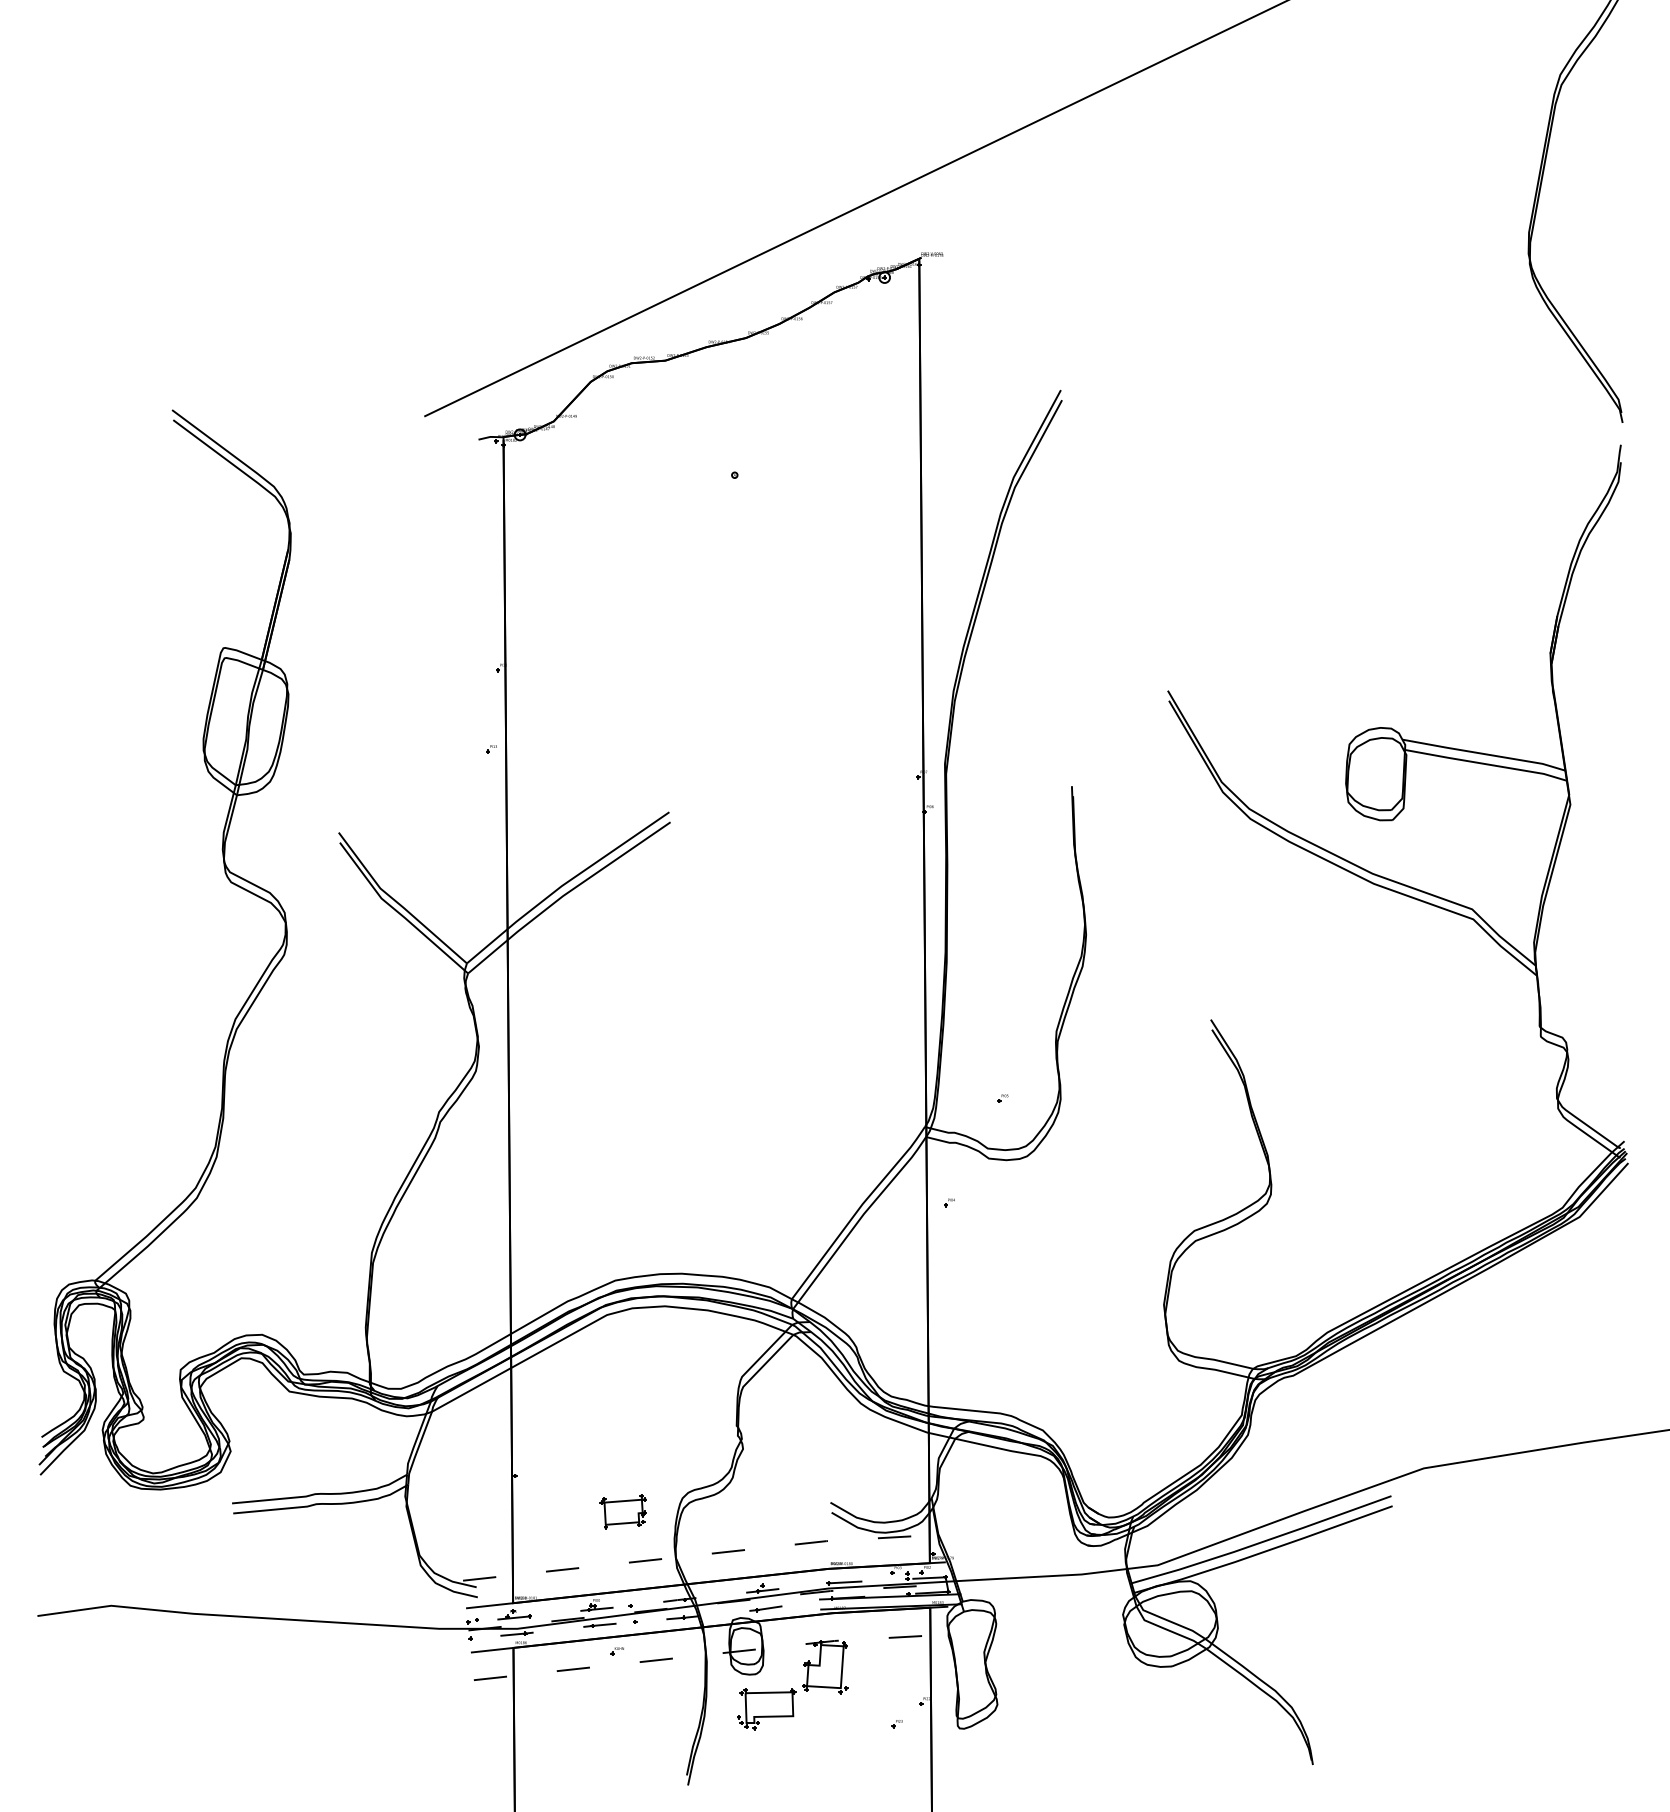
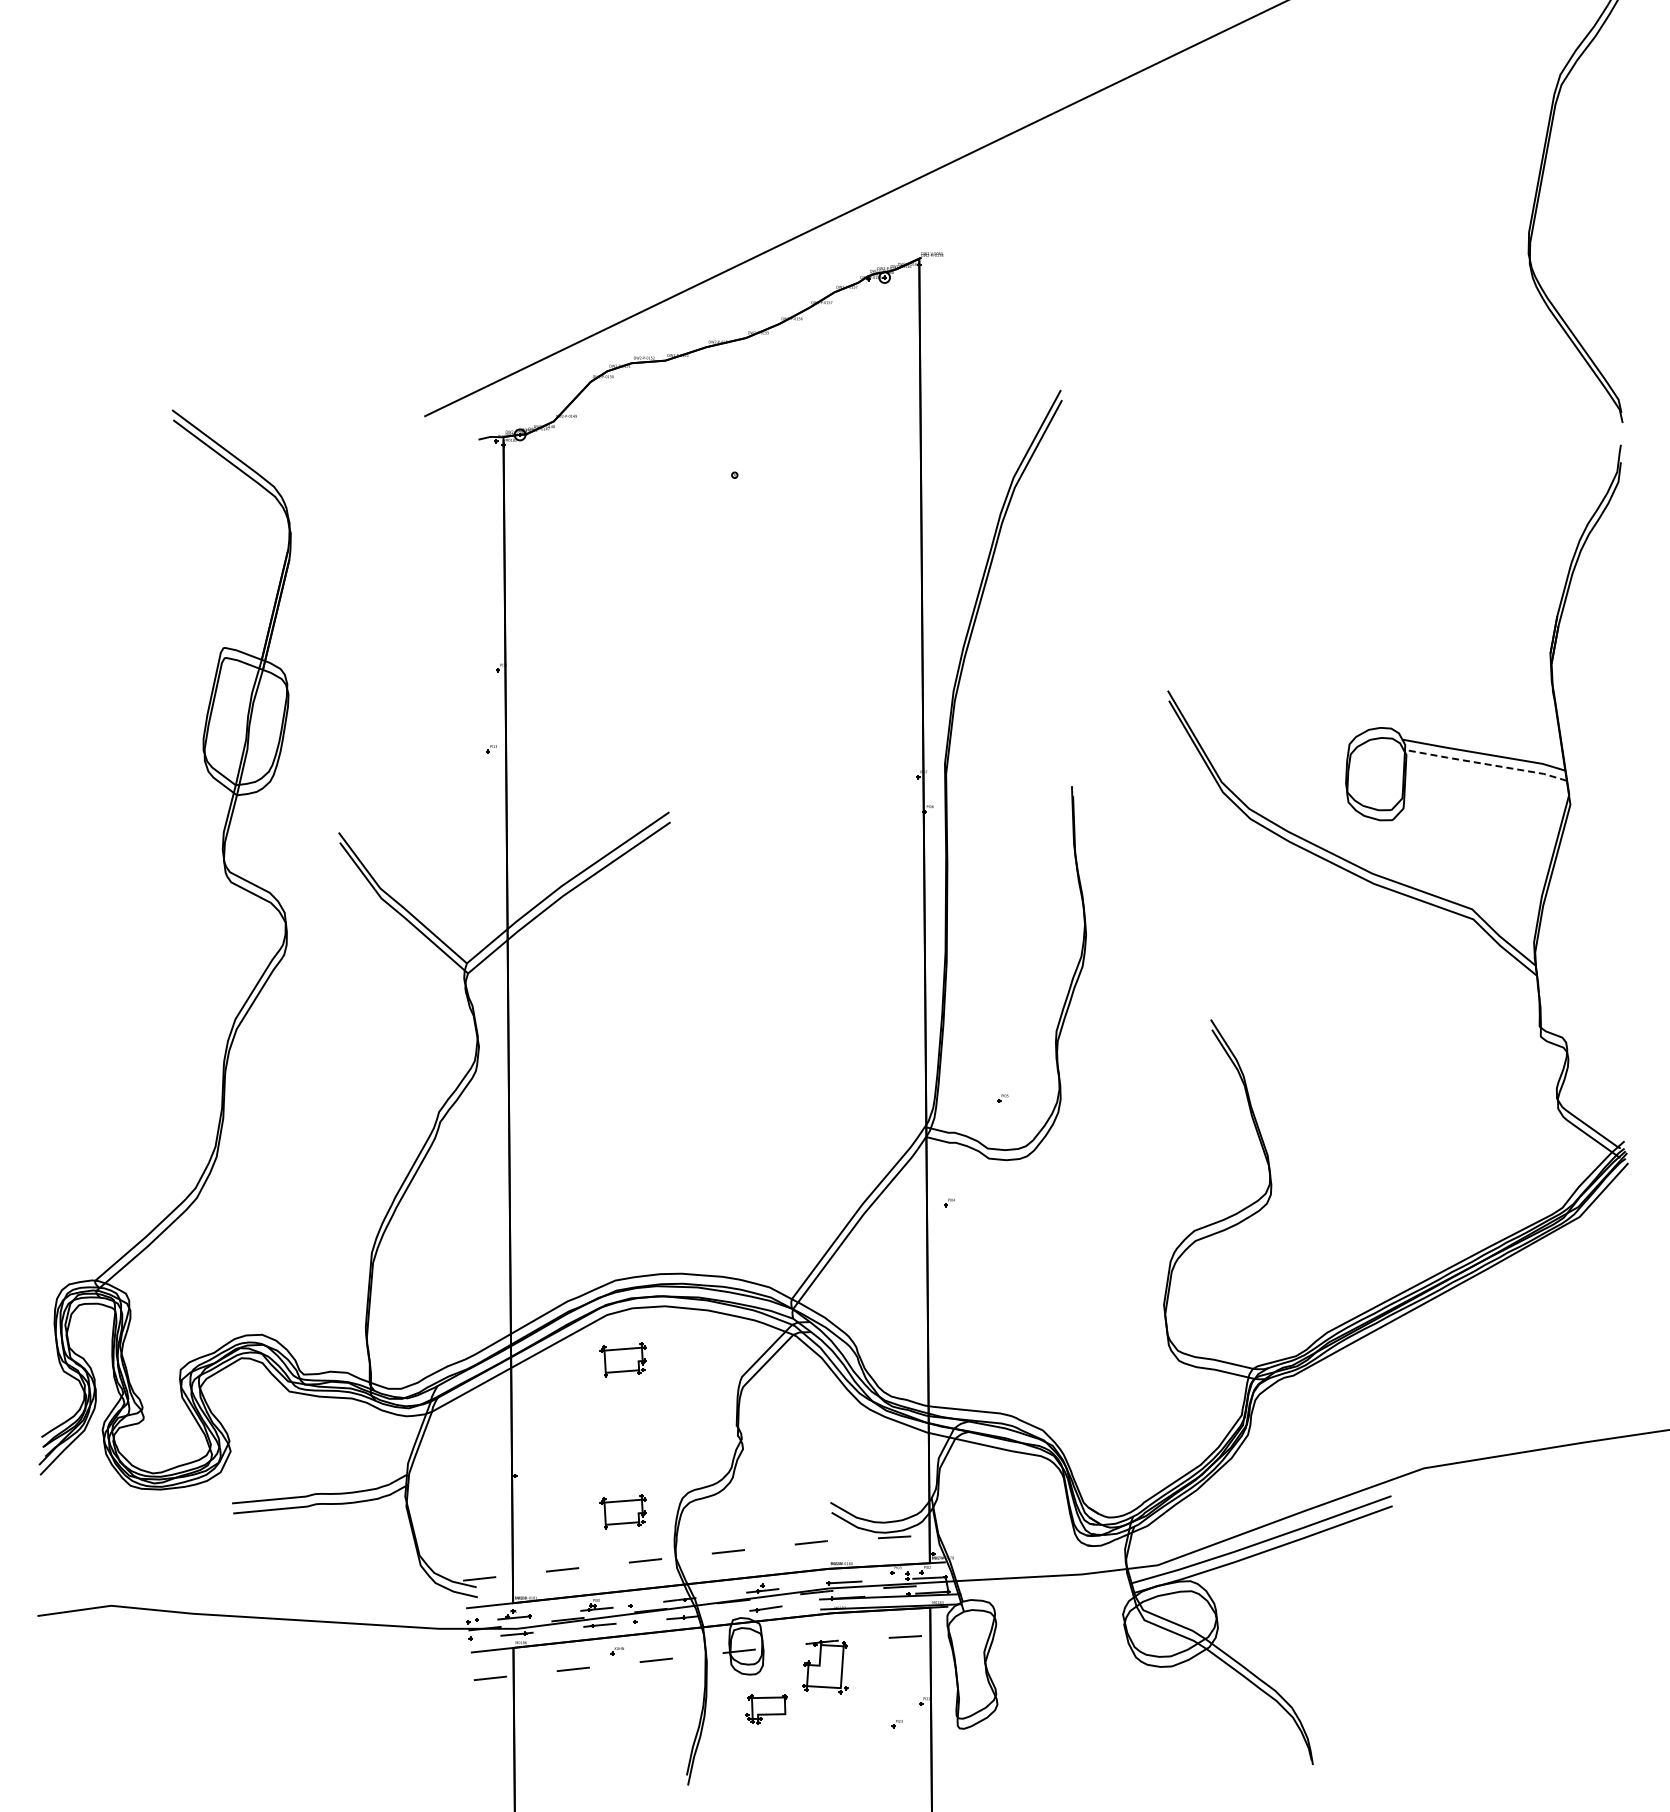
line at (1485, 764): solid -> dashed
part at (622, 1359): none -> present
part at (766, 1709) size: 60x43 px -> 43x31 px
